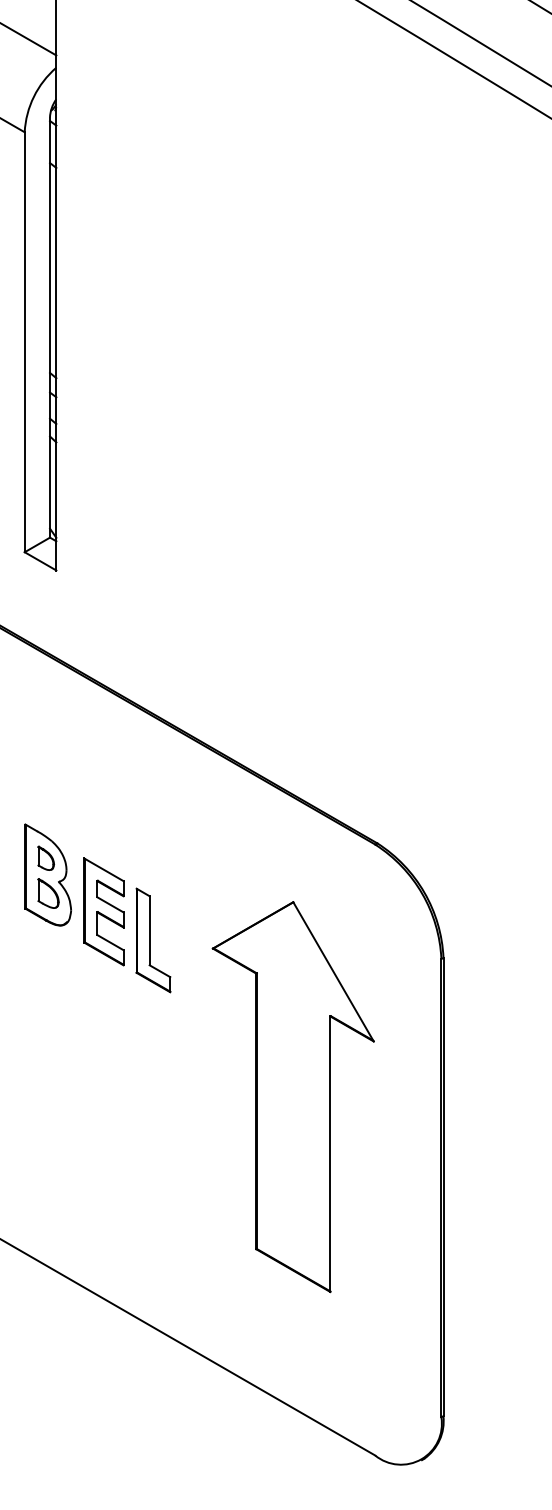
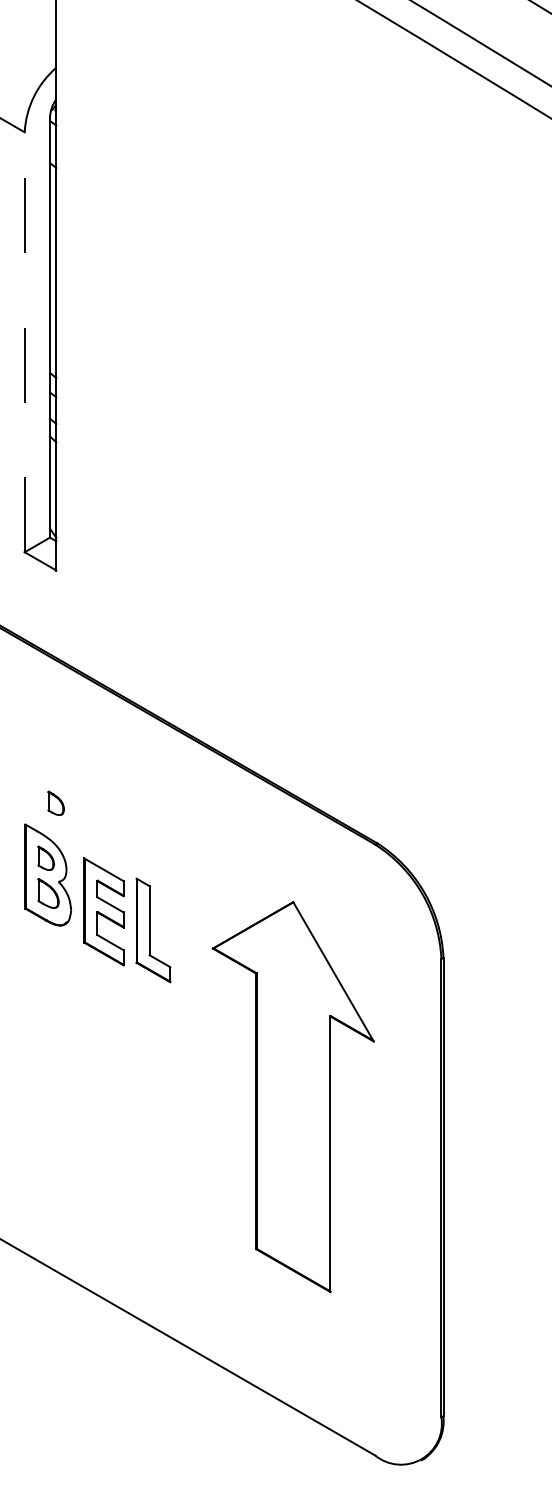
line at (29, 39): present -> none
line at (24, 342): solid -> dashed
part at (55, 802): none -> present
part at (153, 940) position: (153, 940) -> (153, 930)
